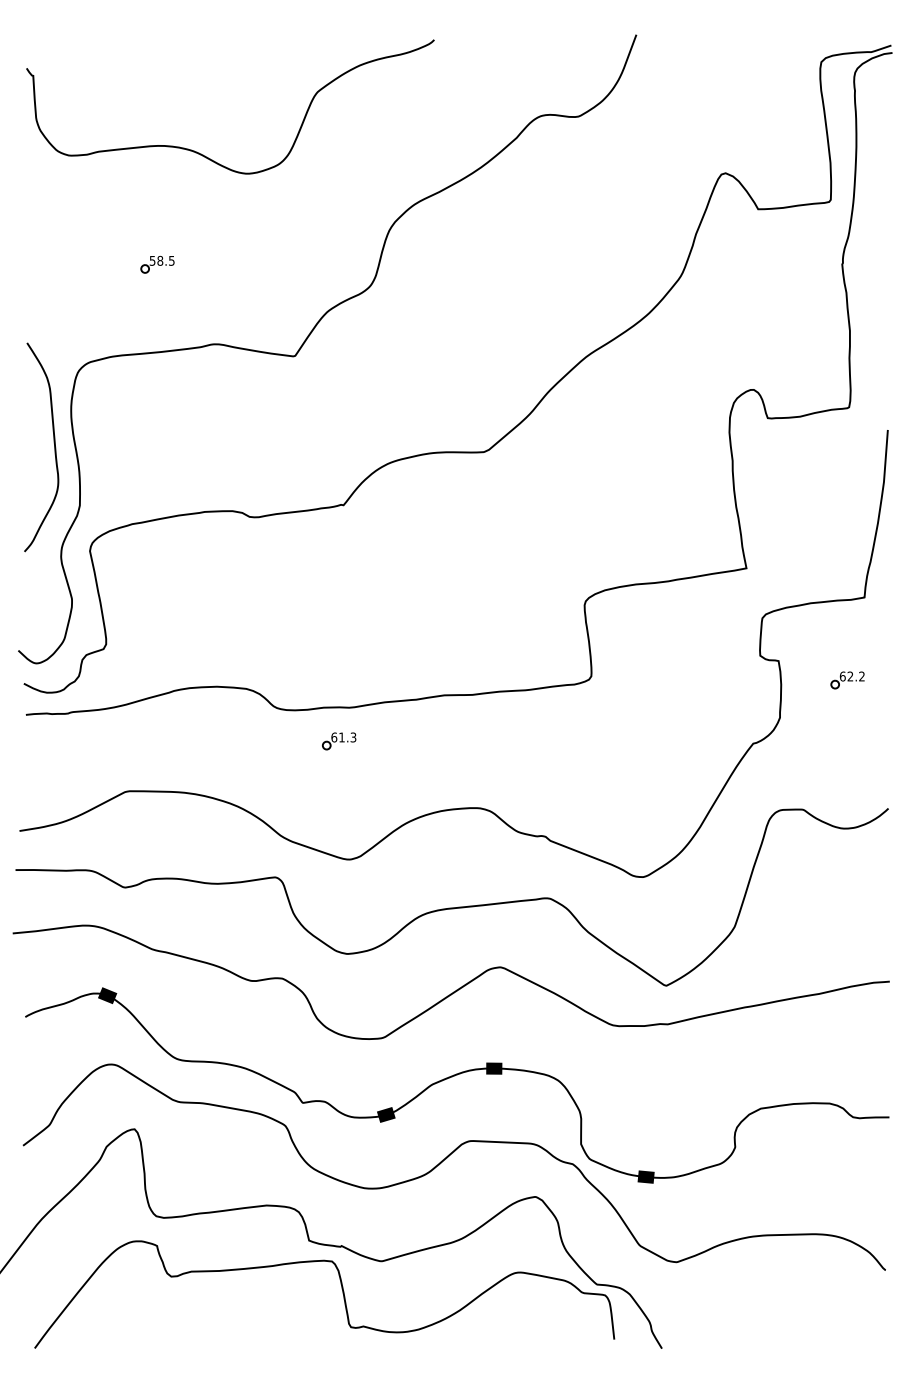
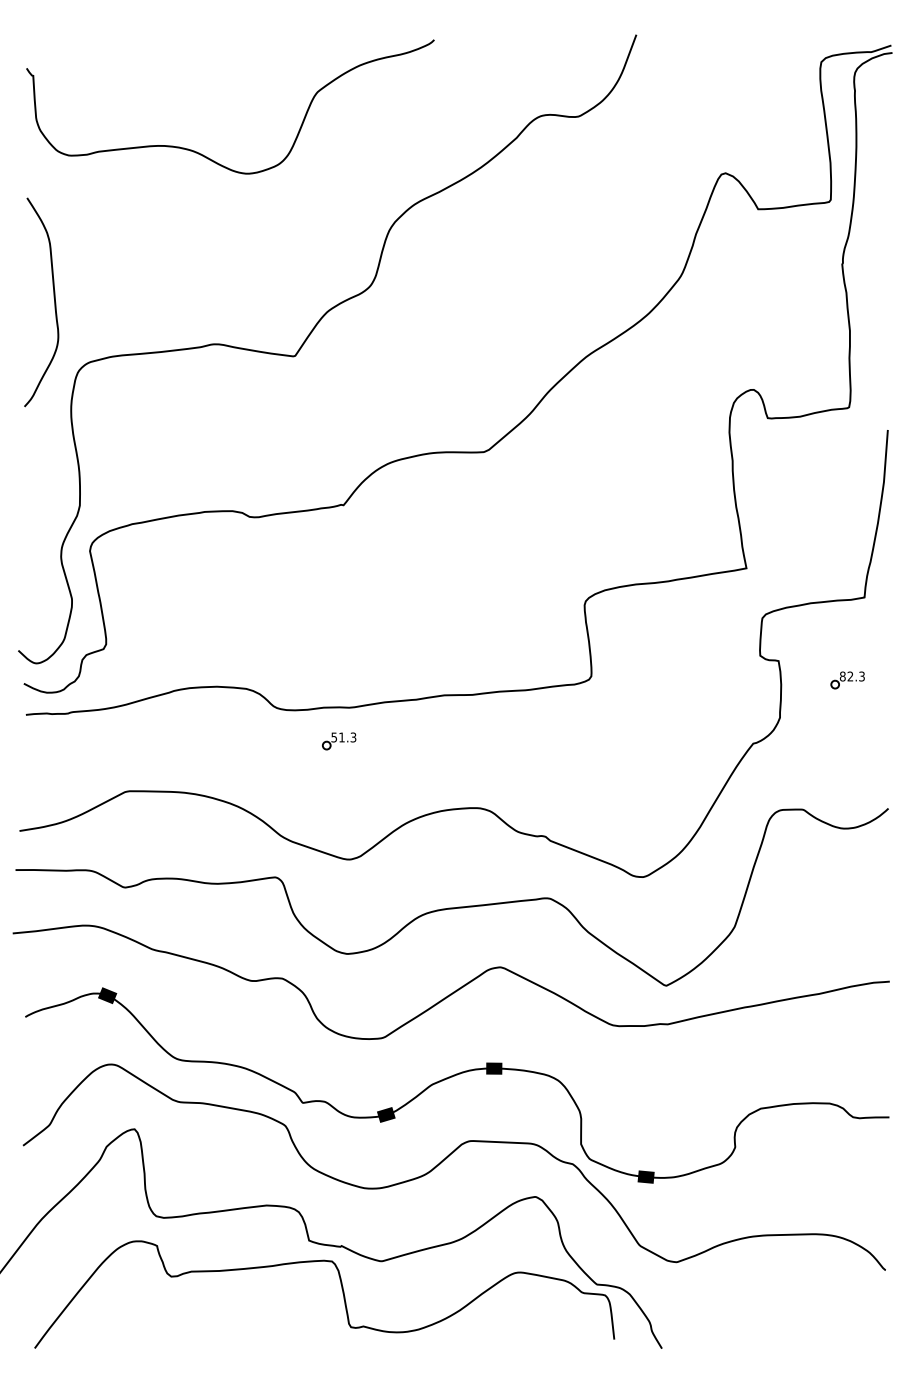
part at (157, 264): present -> none
curve at (53, 442) position: (53, 442) -> (53, 297)
text at (851, 676): 62.2 -> 82.3
text at (334, 737): 61.3 -> 51.3
